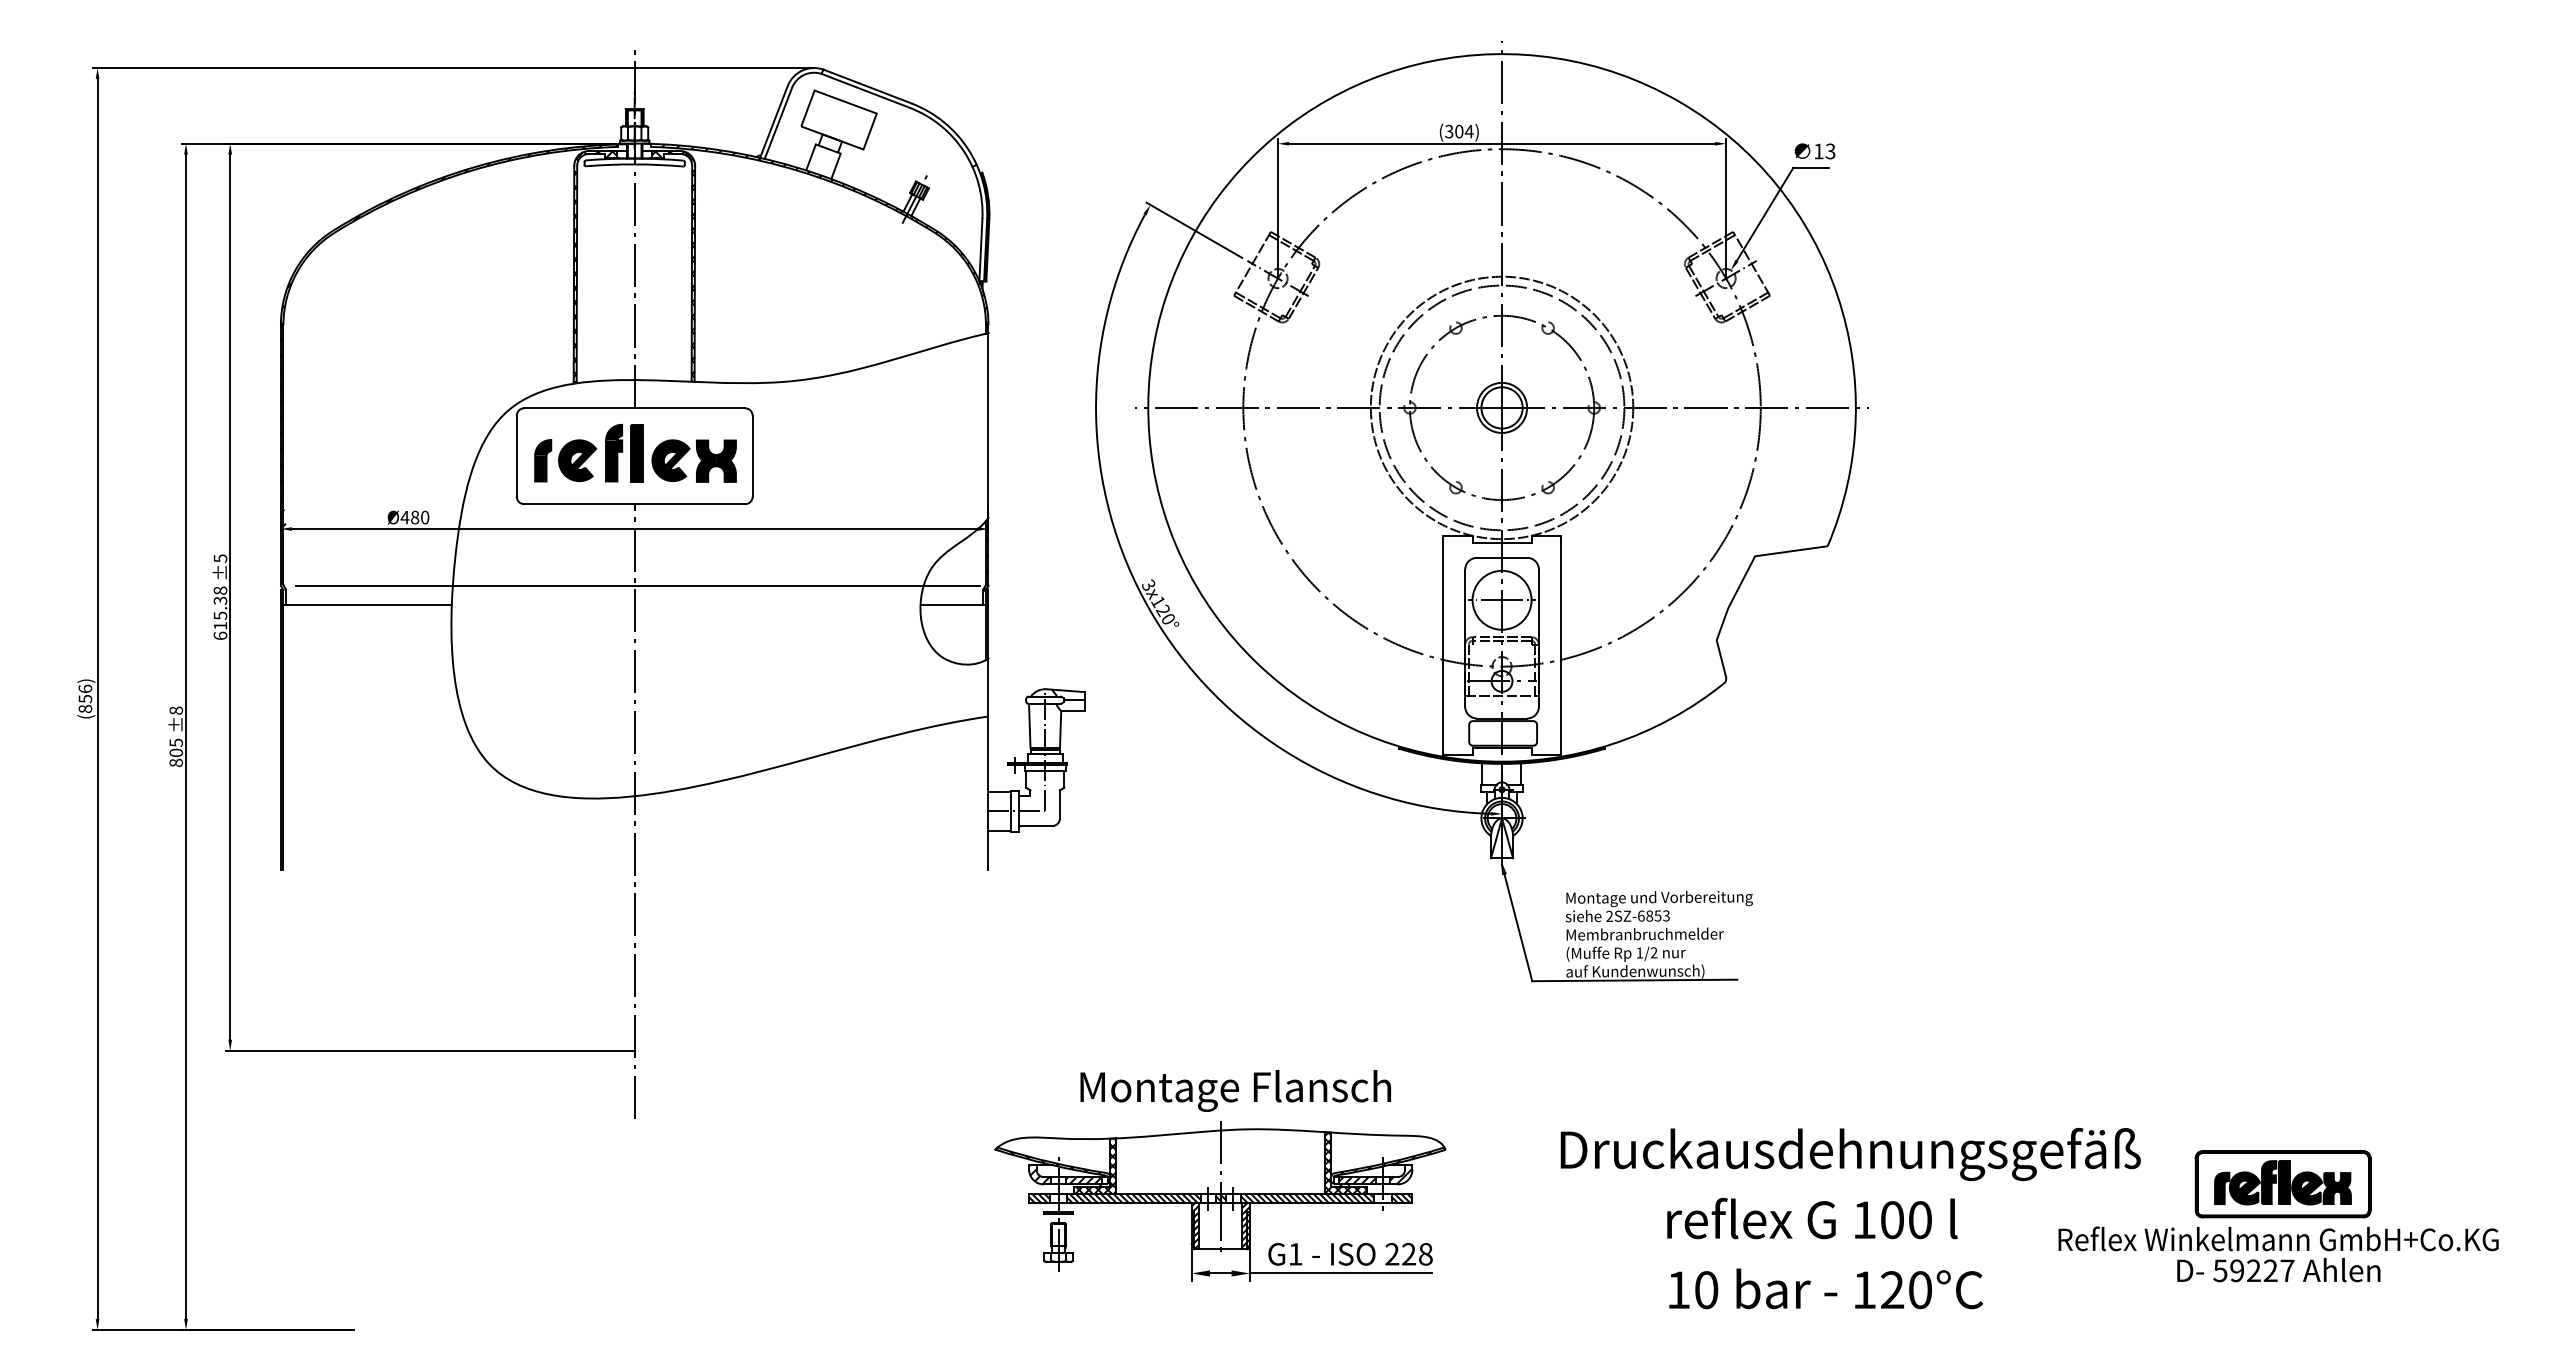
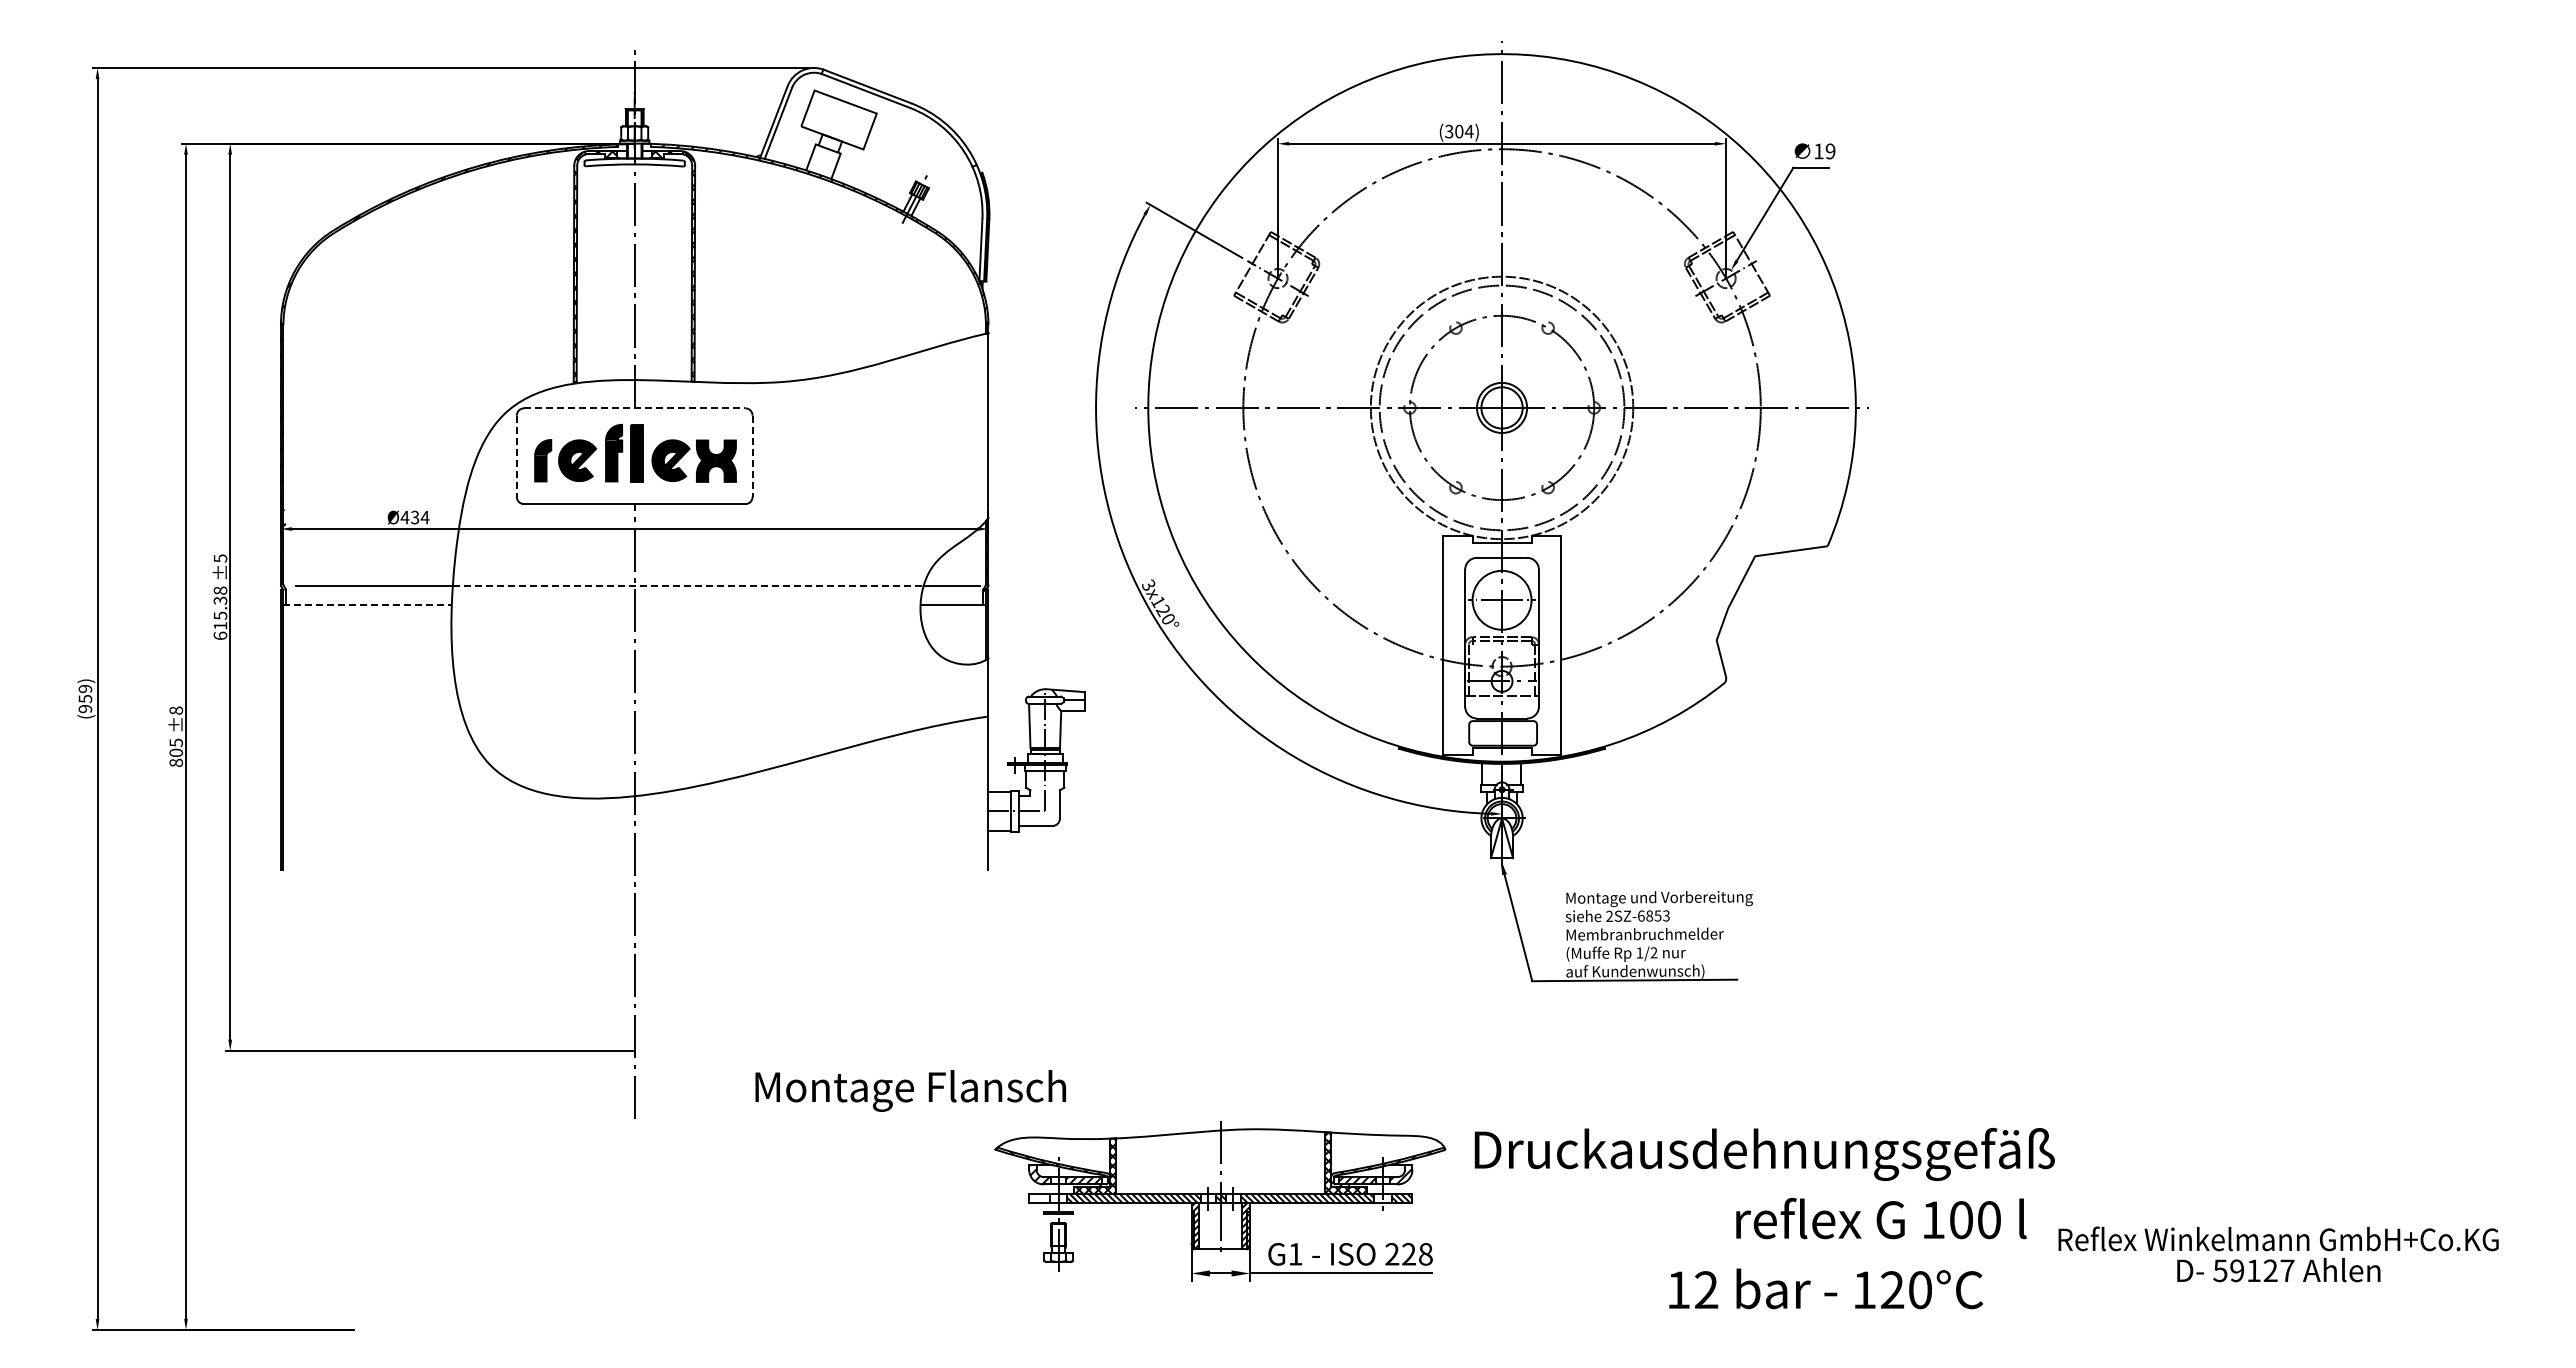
text at (1830, 151): 13 -> 19
line at (634, 408): solid -> dashed
line at (516, 456): solid -> dashed
line at (752, 456): solid -> dashed
text at (419, 517): Ø480 -> Ø434
line at (688, 586): solid -> dashed
line at (368, 604): solid -> dashed
text at (85, 698): (856) -> (959)
text at (1235, 1090) position: (1235, 1090) -> (910, 1090)
text at (1850, 1154) position: (1850, 1154) -> (1764, 1154)
part at (2282, 1184): present -> none
hatch at (1039, 1198): present -> none
text at (1812, 1218) position: (1812, 1218) -> (1881, 1218)
text at (2253, 1270): 59227 -> 59127
text at (1706, 1290): 10 -> 12
